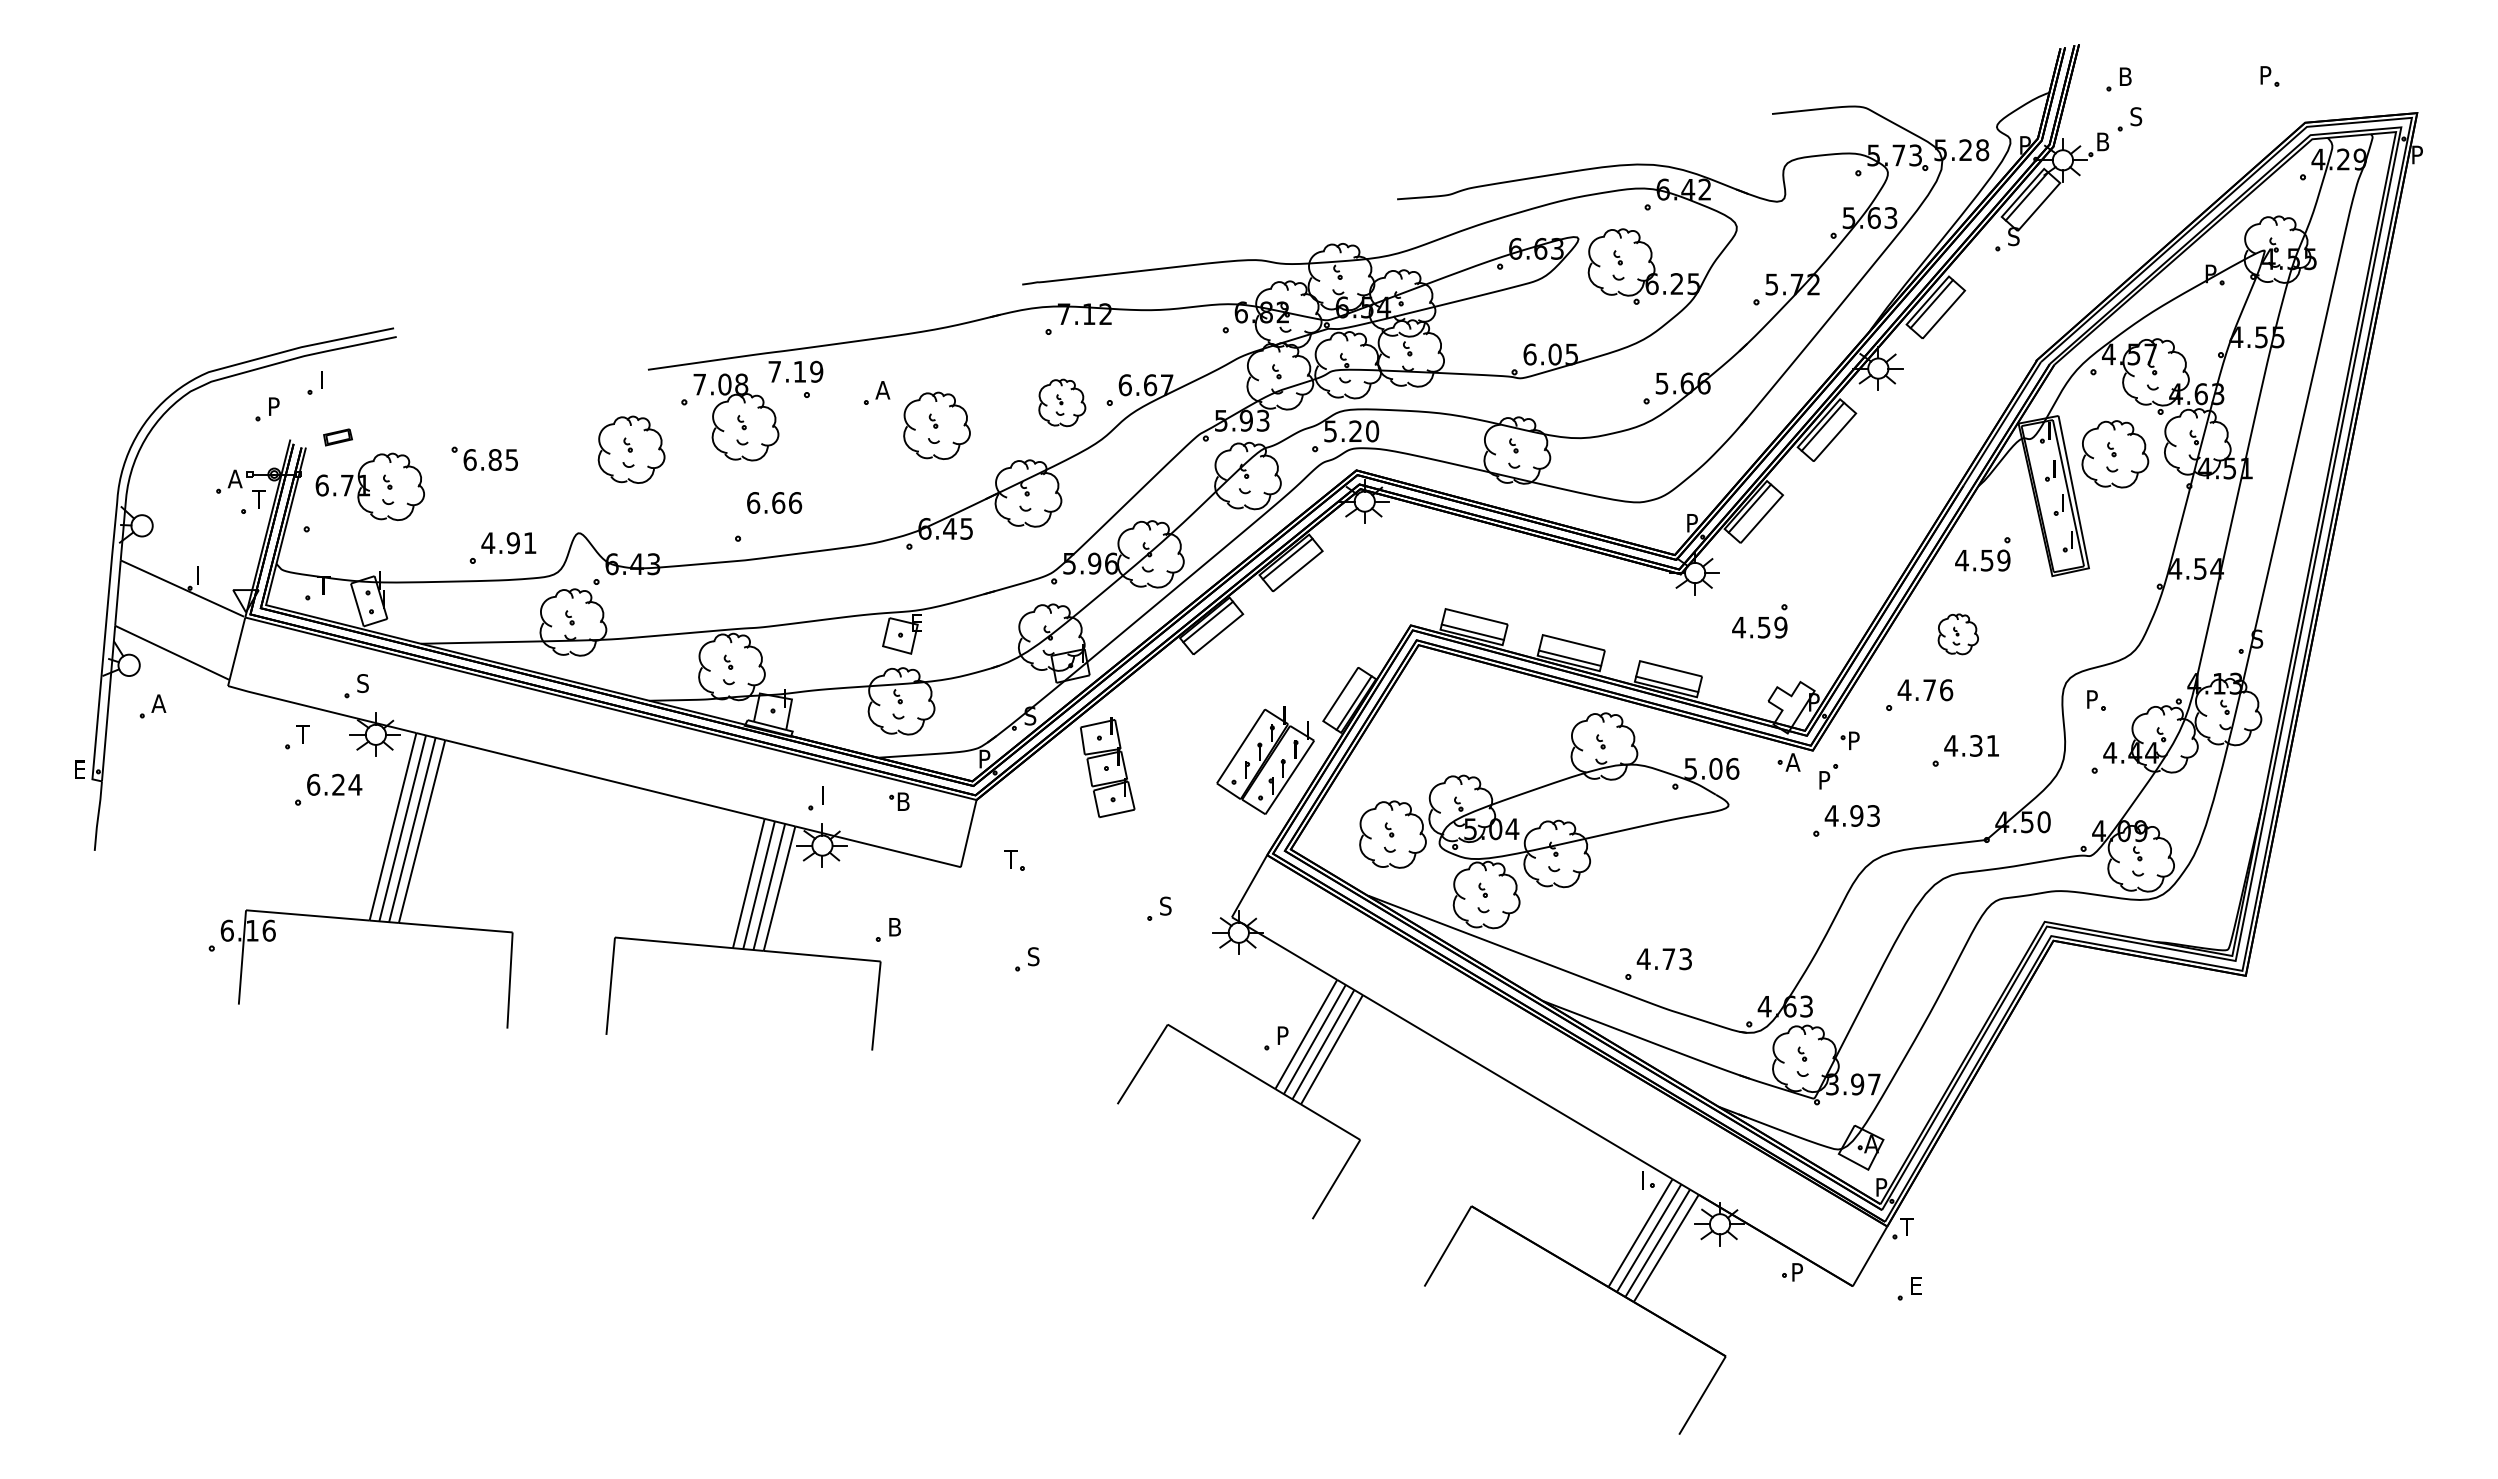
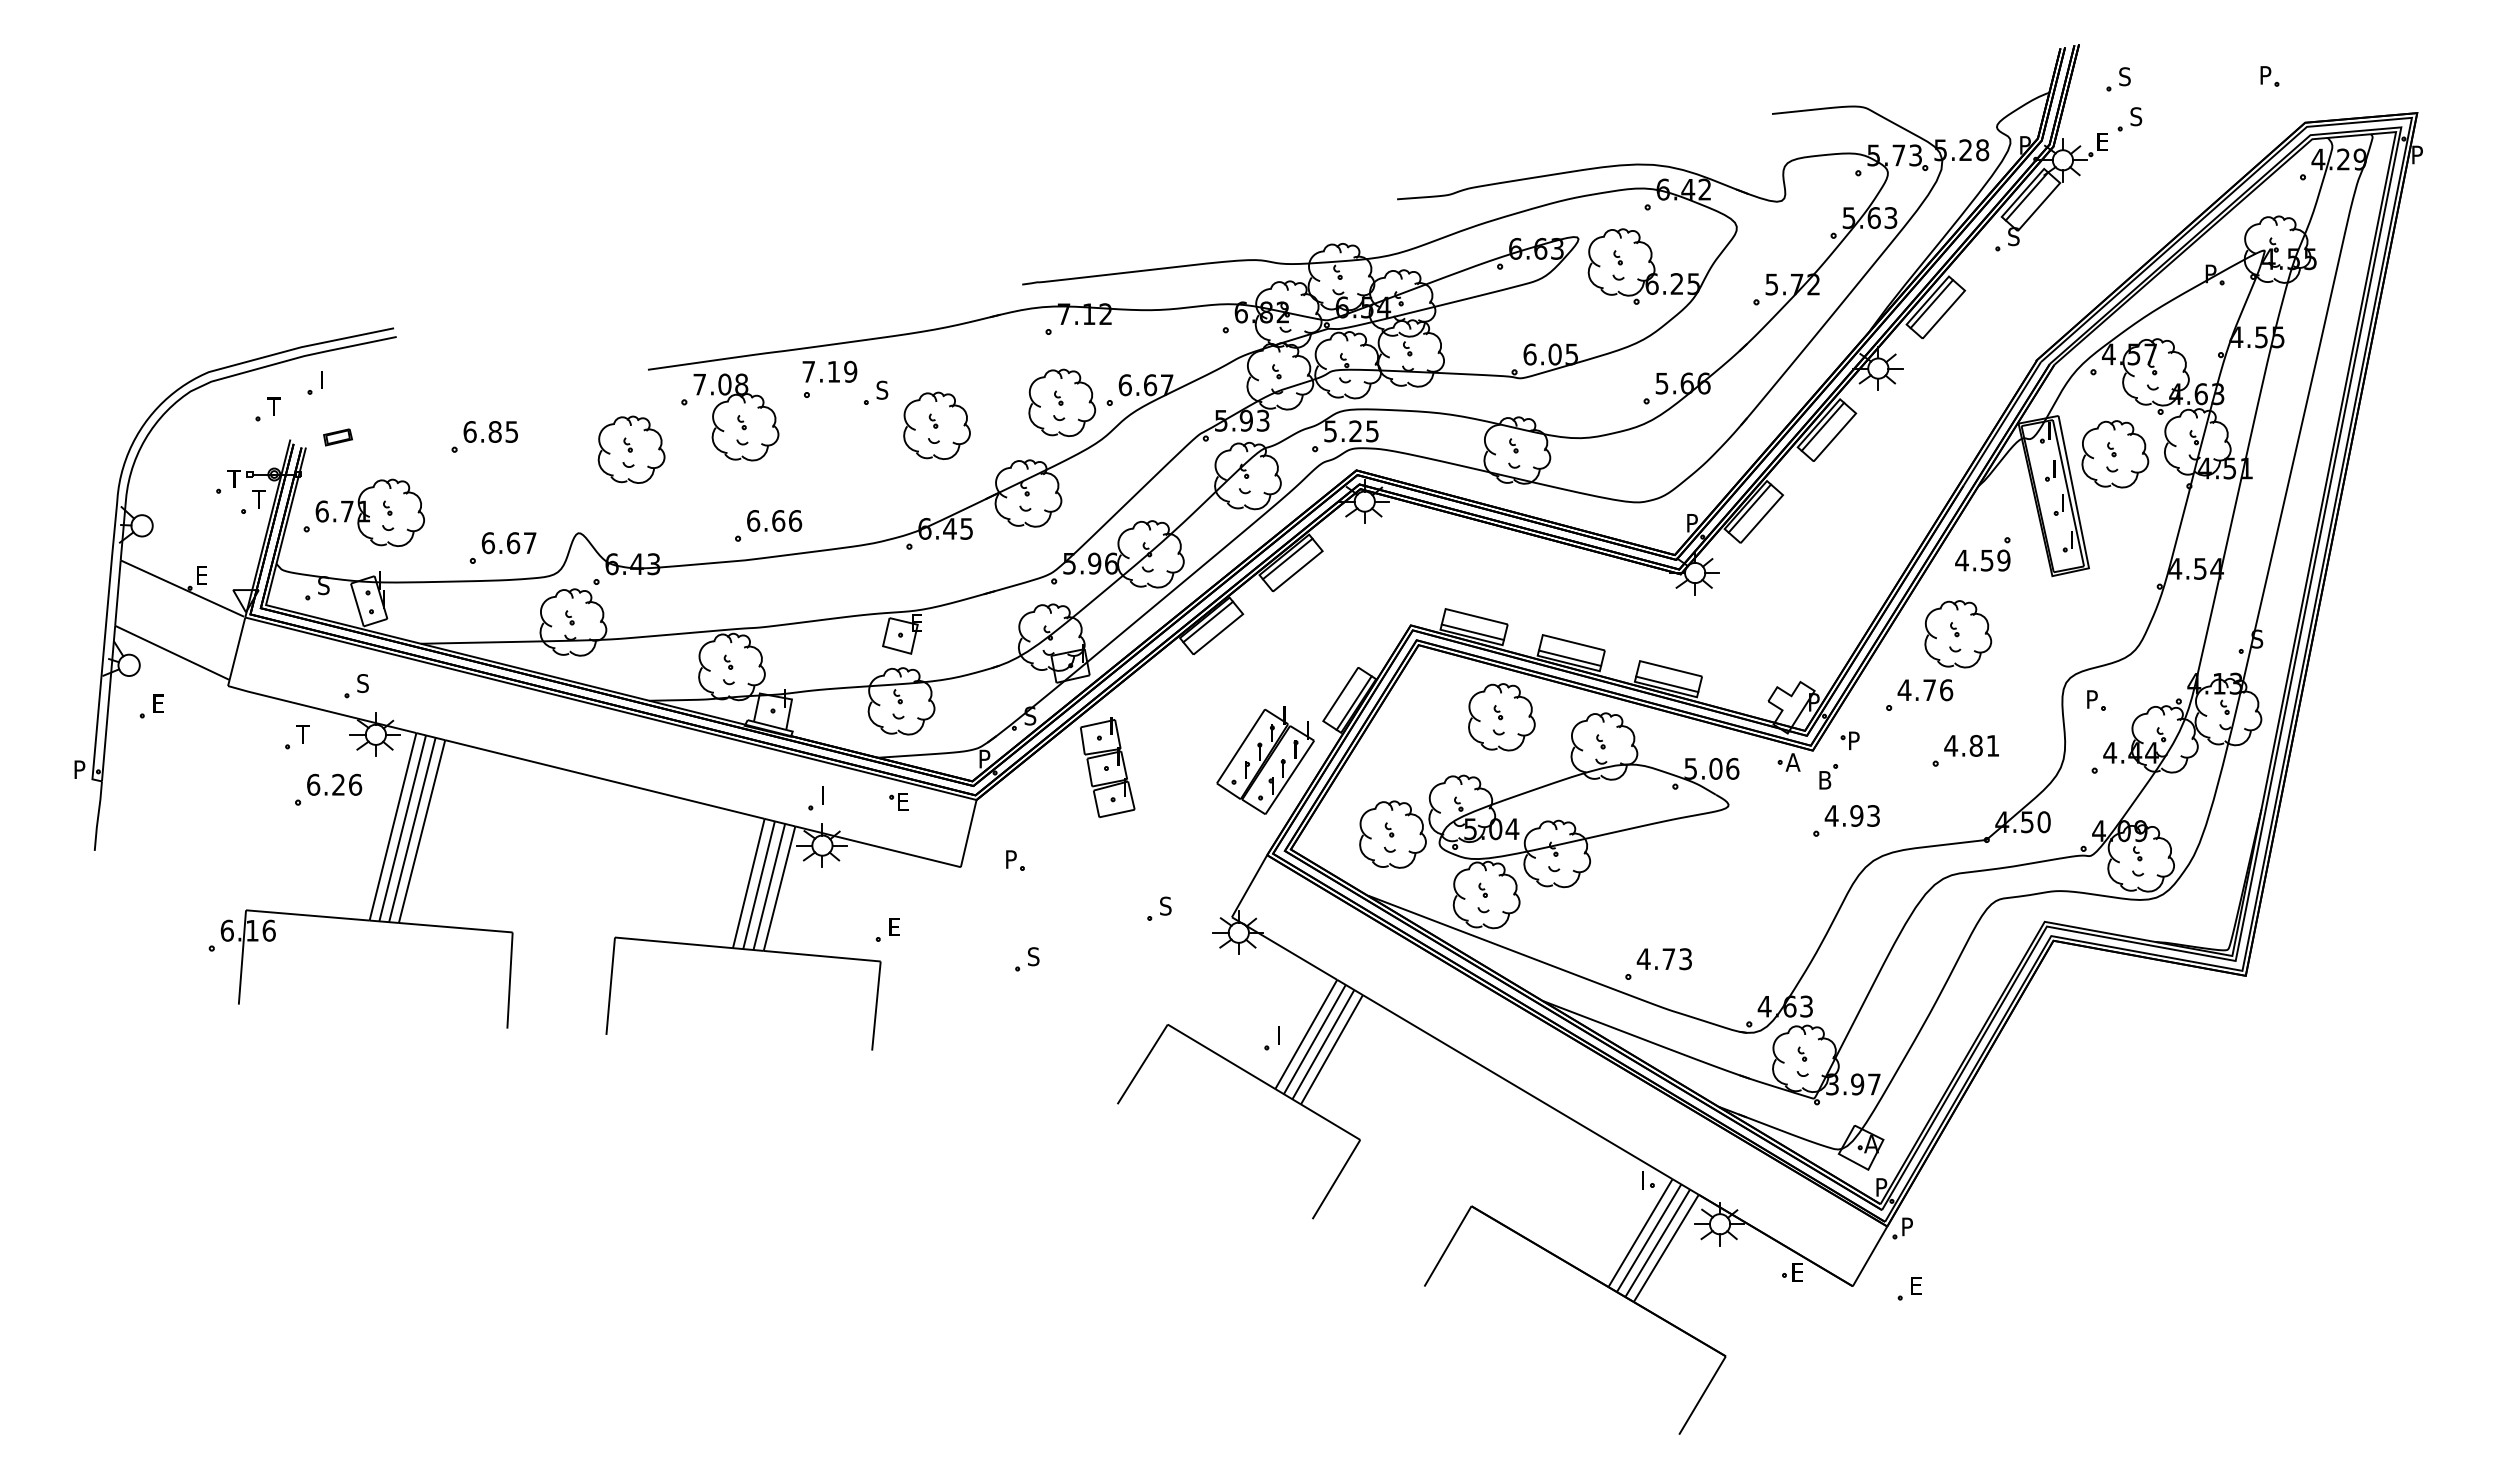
text at (2125, 76): B -> S
text at (2103, 141): B -> E
text at (795, 371) position: (795, 371) -> (829, 371)
text at (882, 389): A -> S
part at (1062, 402) size: 49x50 px -> 69x70 px
text at (273, 406): P -> T
text at (1372, 431): 5.20 -> 5.25
text at (490, 459) position: (490, 459) -> (490, 431)
text at (234, 478): A -> T
part at (369, 486) position: (369, 486) -> (369, 512)
text at (774, 502) position: (774, 502) -> (774, 520)
text at (508, 543): 4.91 -> 6.67
text at (202, 575): I -> E
text at (323, 585): T -> S
part at (1759, 621): present -> none
part at (1957, 634) size: 42x43 px -> 69x69 px
text at (158, 703): A -> E
part at (1501, 717): none -> present
text at (1975, 745): 4.31 -> 4.81
text at (79, 769): E -> P
text at (1826, 780): P -> B
text at (355, 784): 6.24 -> 6.26
text at (903, 801): B -> E
text at (1010, 859): T -> P
text at (894, 927): B -> E
text at (1282, 1035): P -> I
text at (1906, 1226): T -> P
text at (1797, 1272): P -> E
